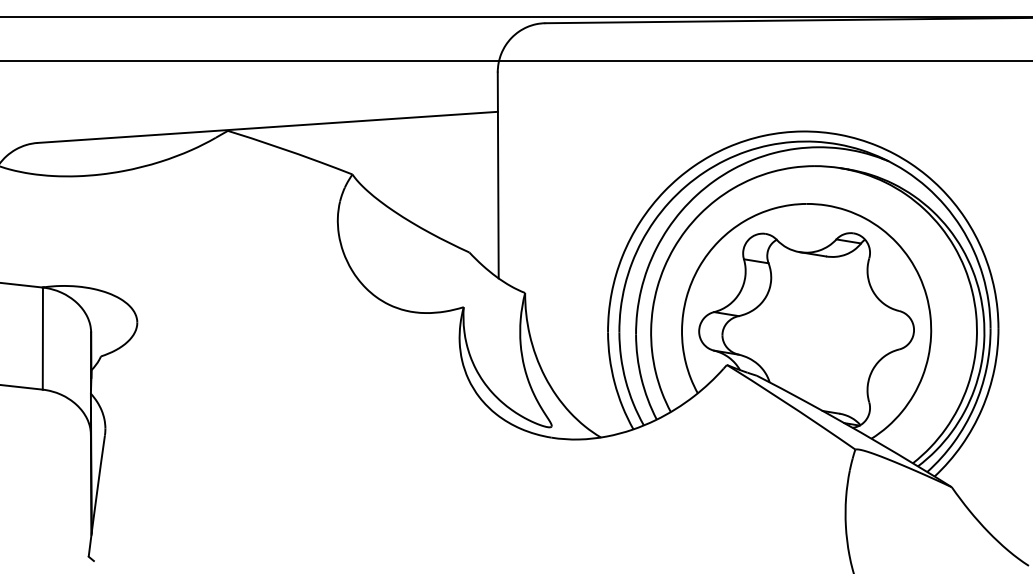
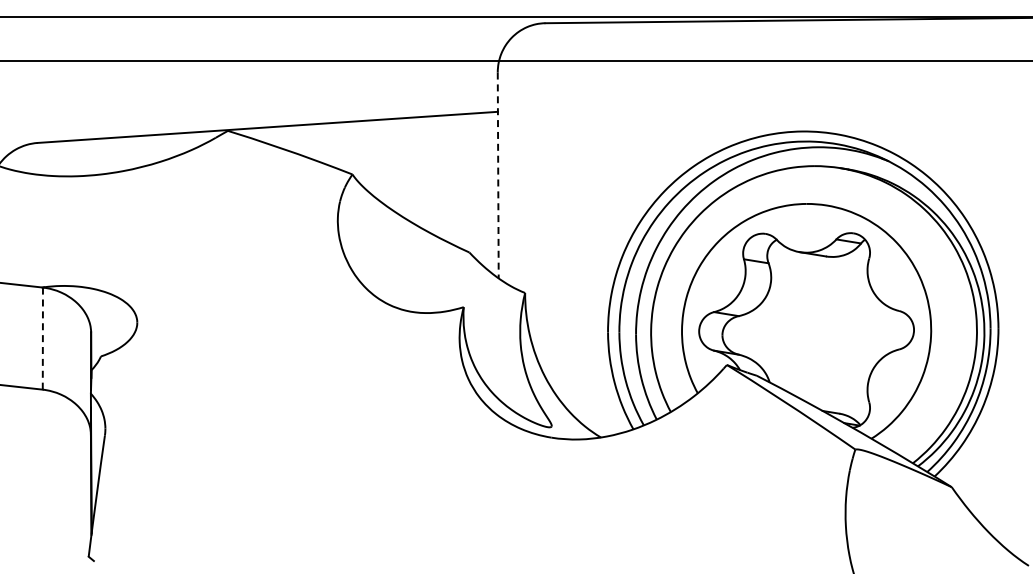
line at (498, 175): solid -> dashed
line at (42, 338): solid -> dashed
